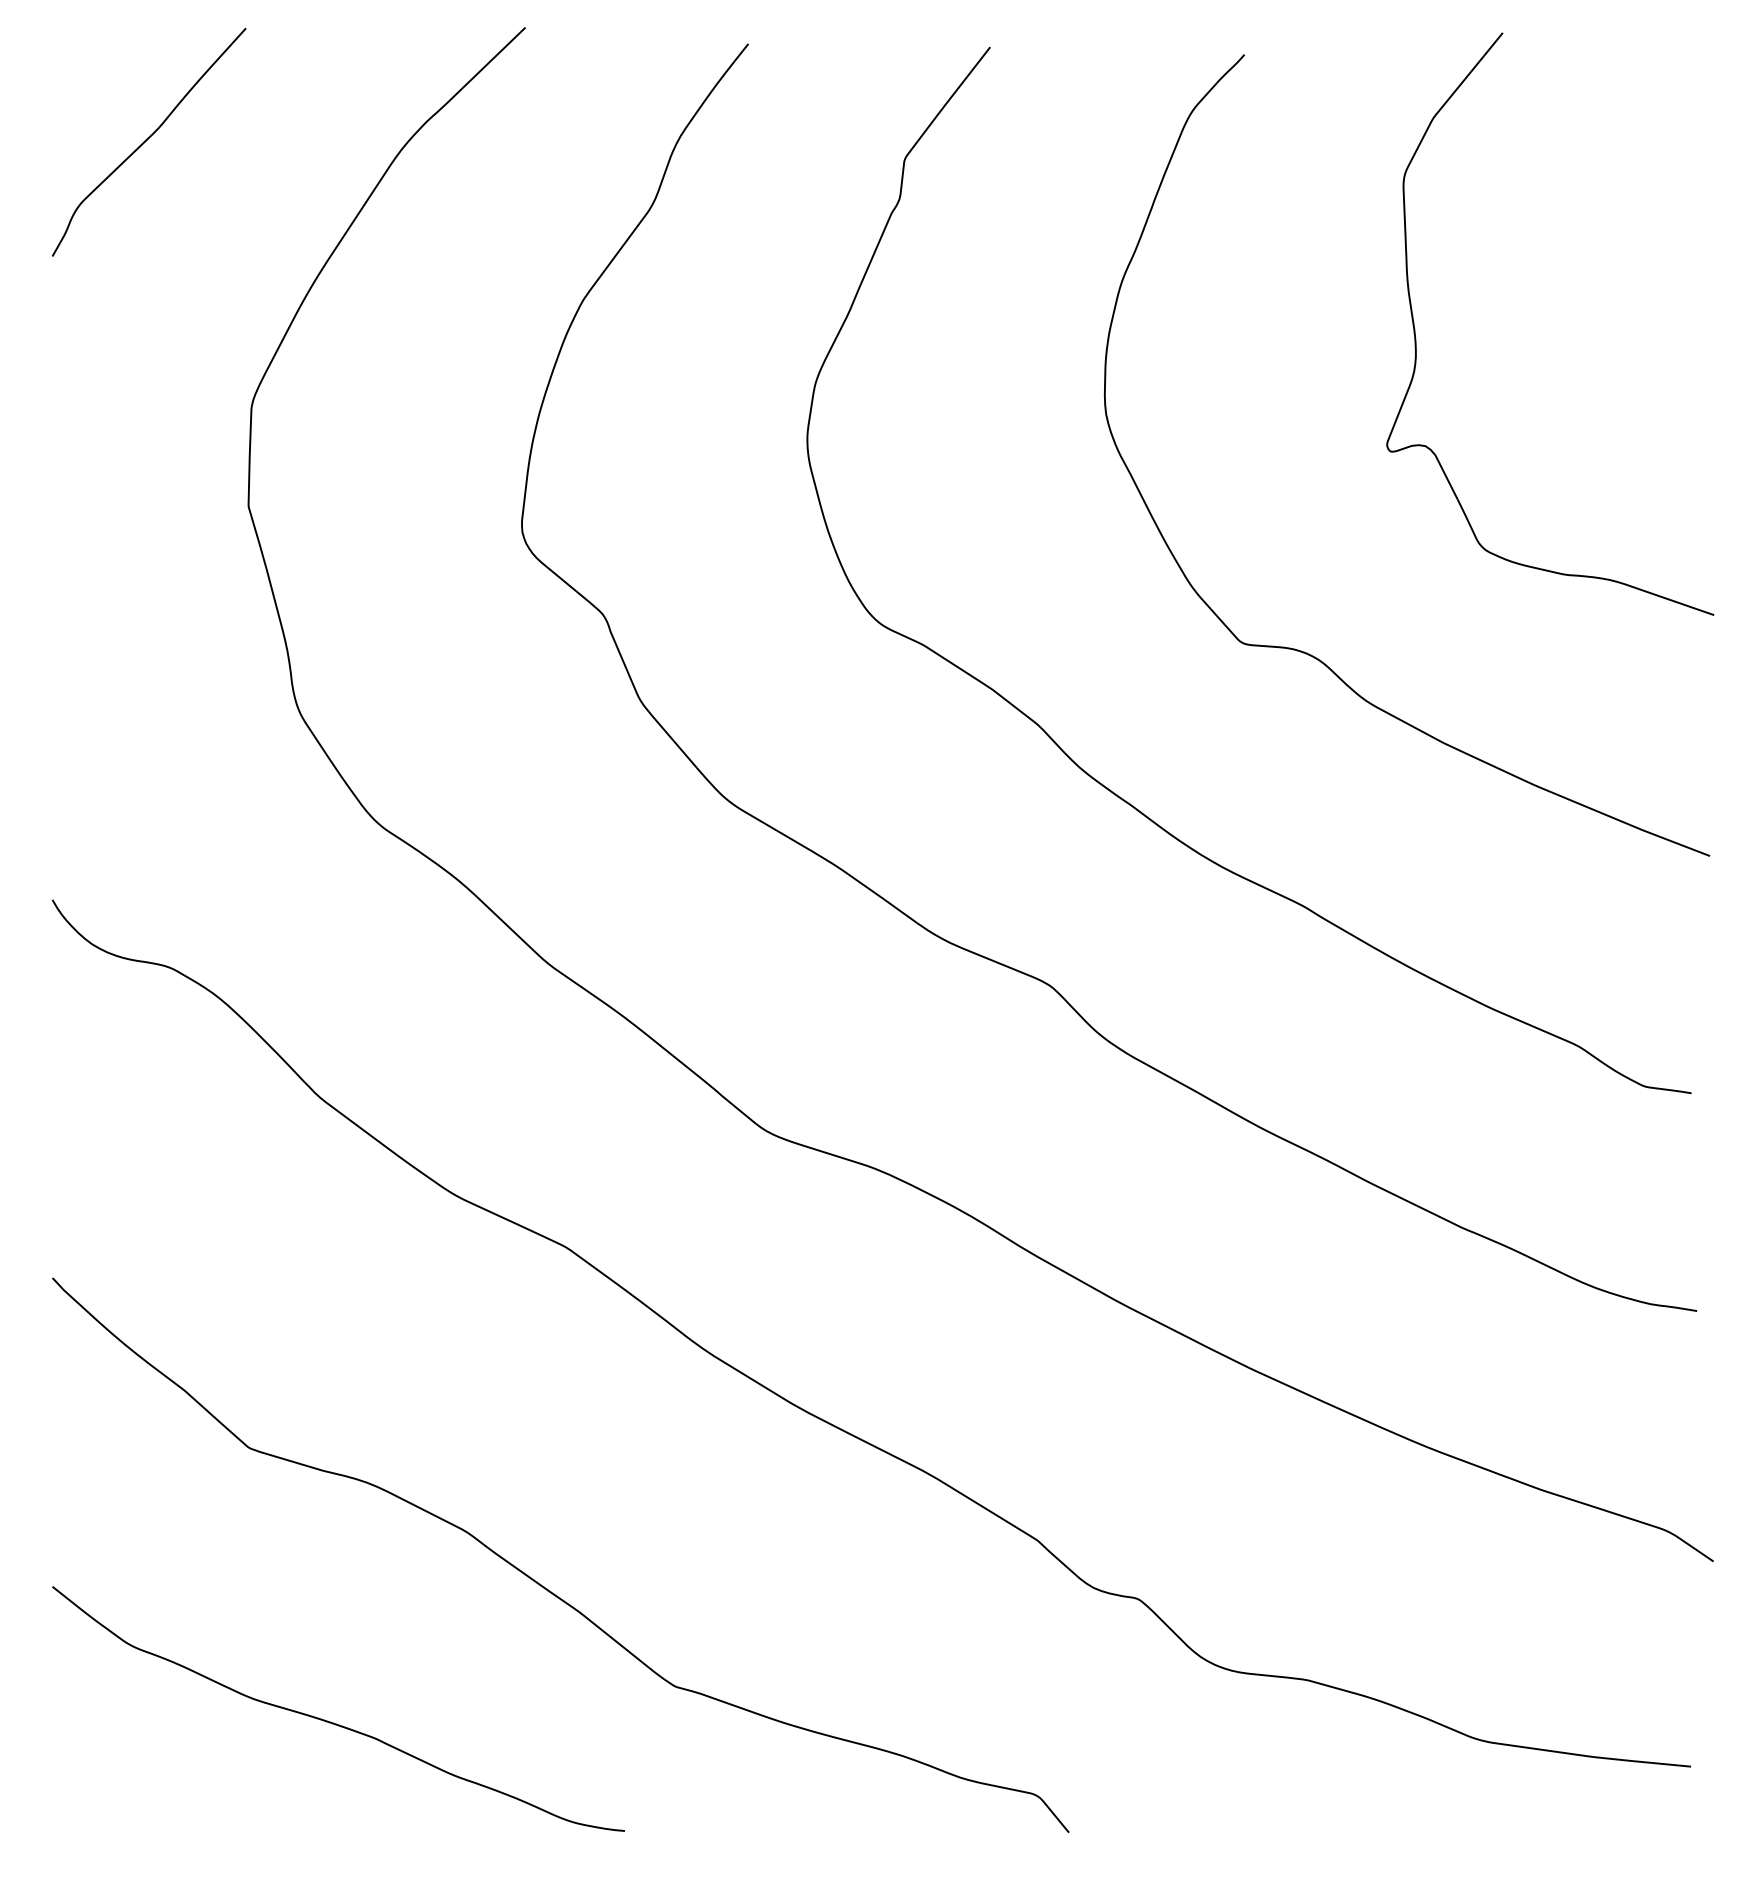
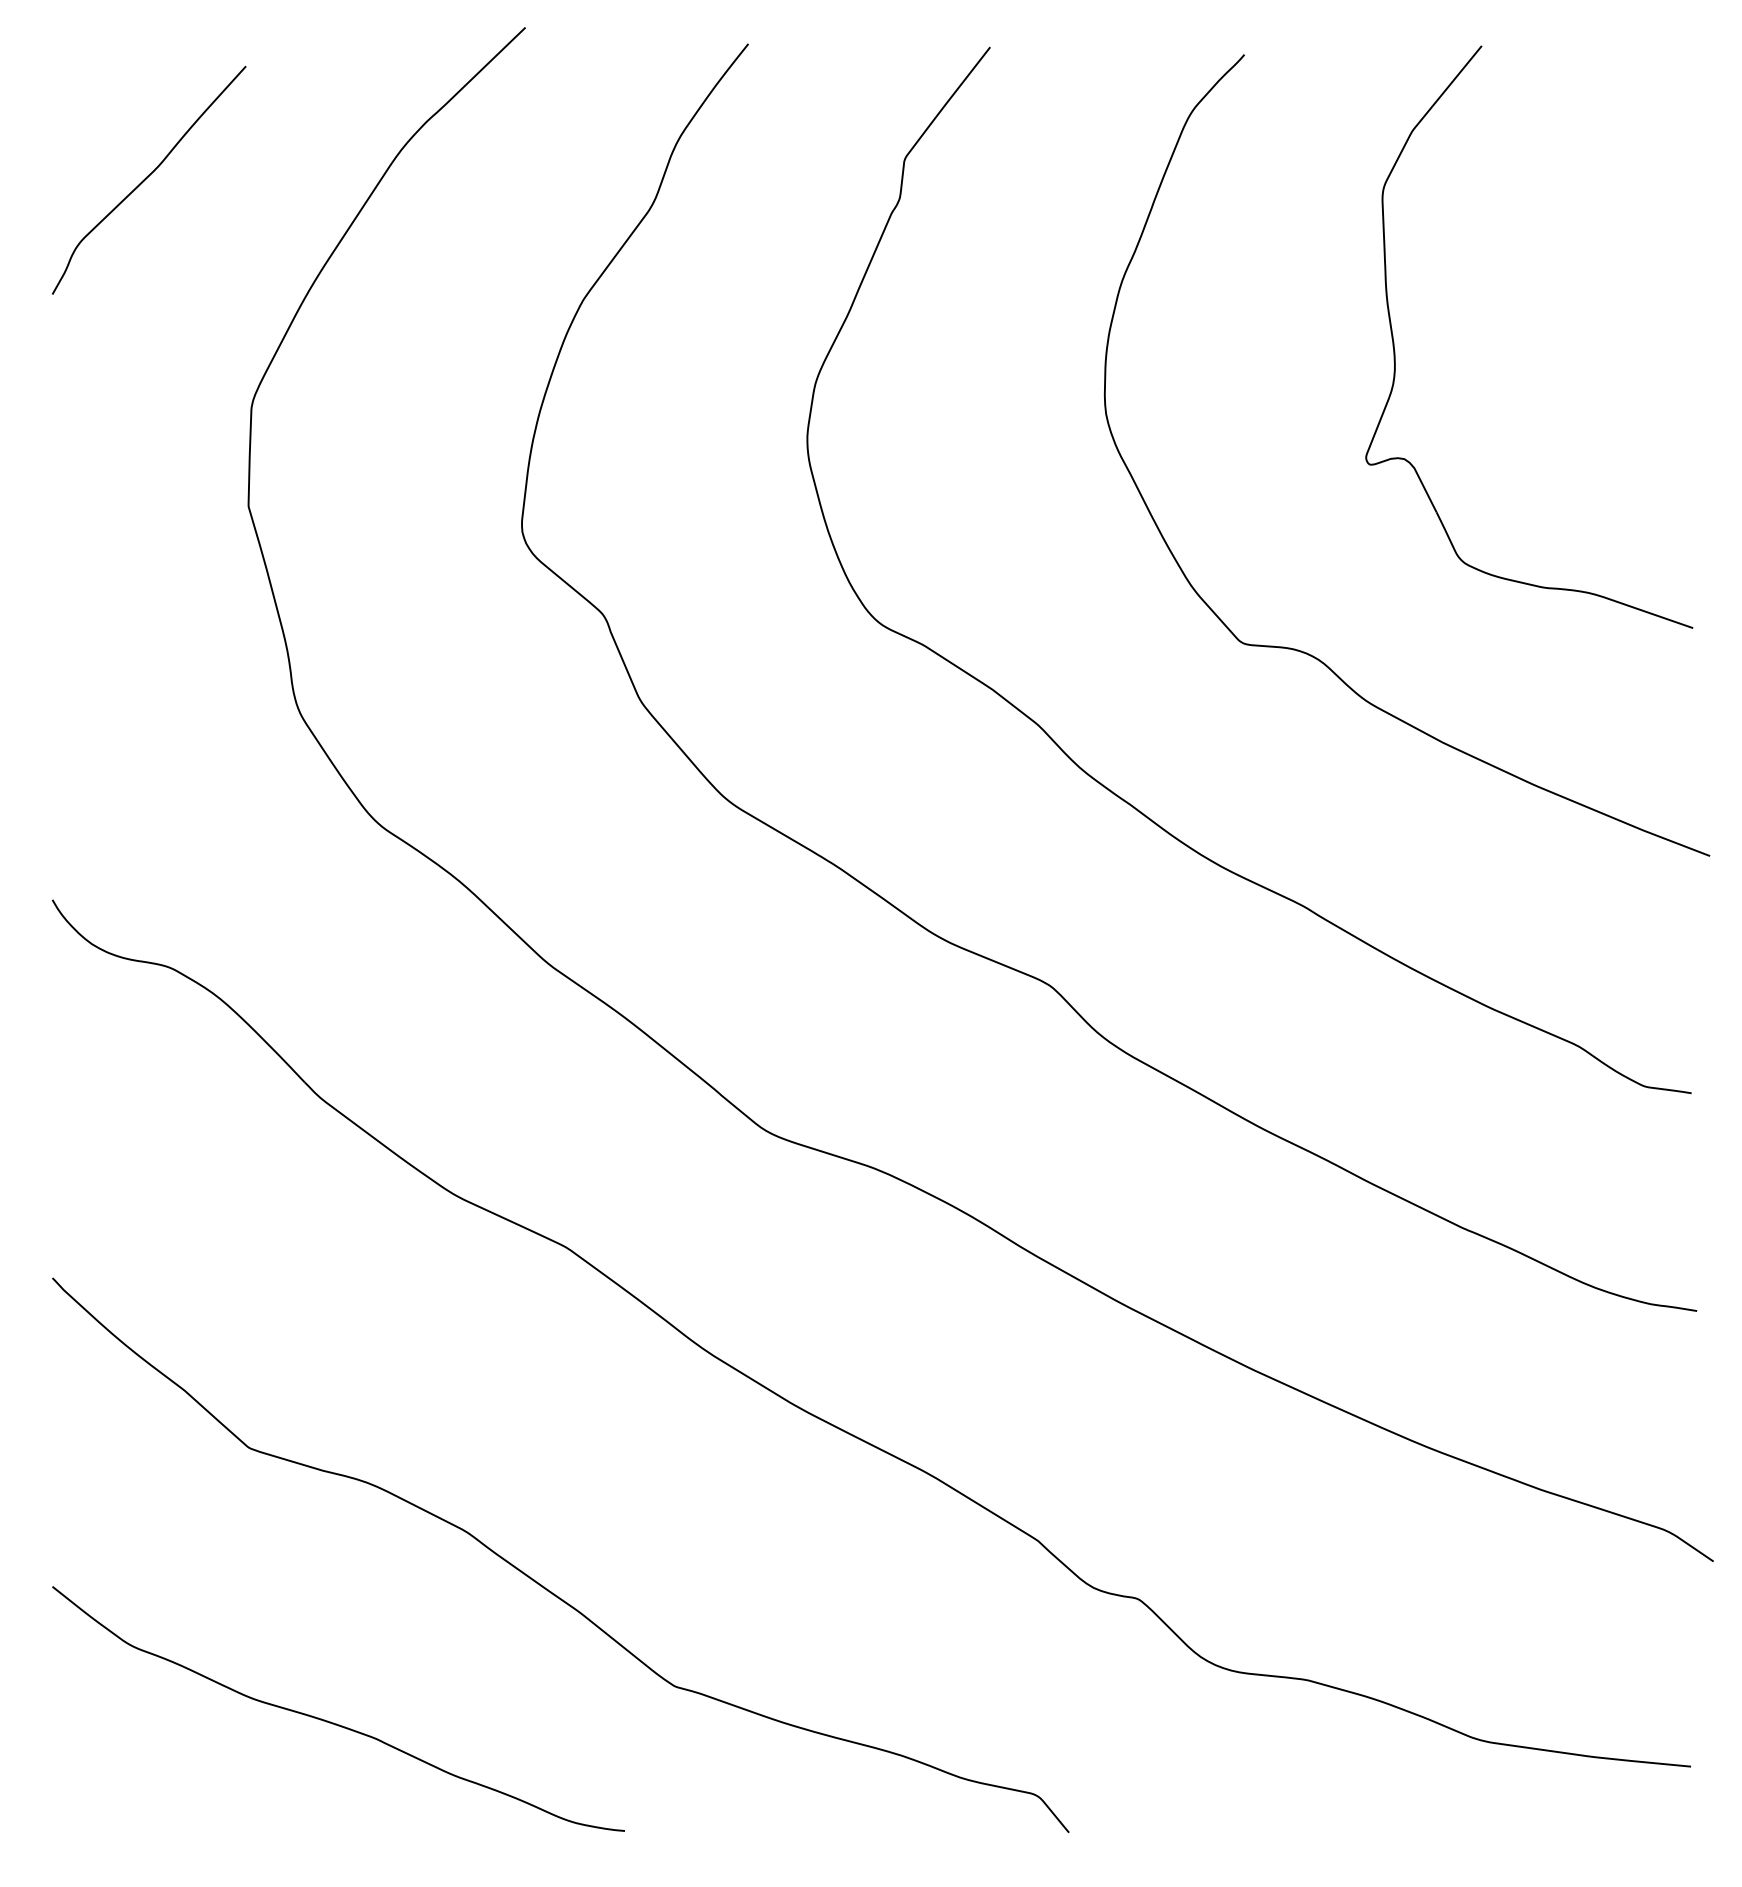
curve at (148, 139) position: (148, 139) -> (148, 177)
part at (1416, 338) position: (1416, 338) -> (1395, 351)
